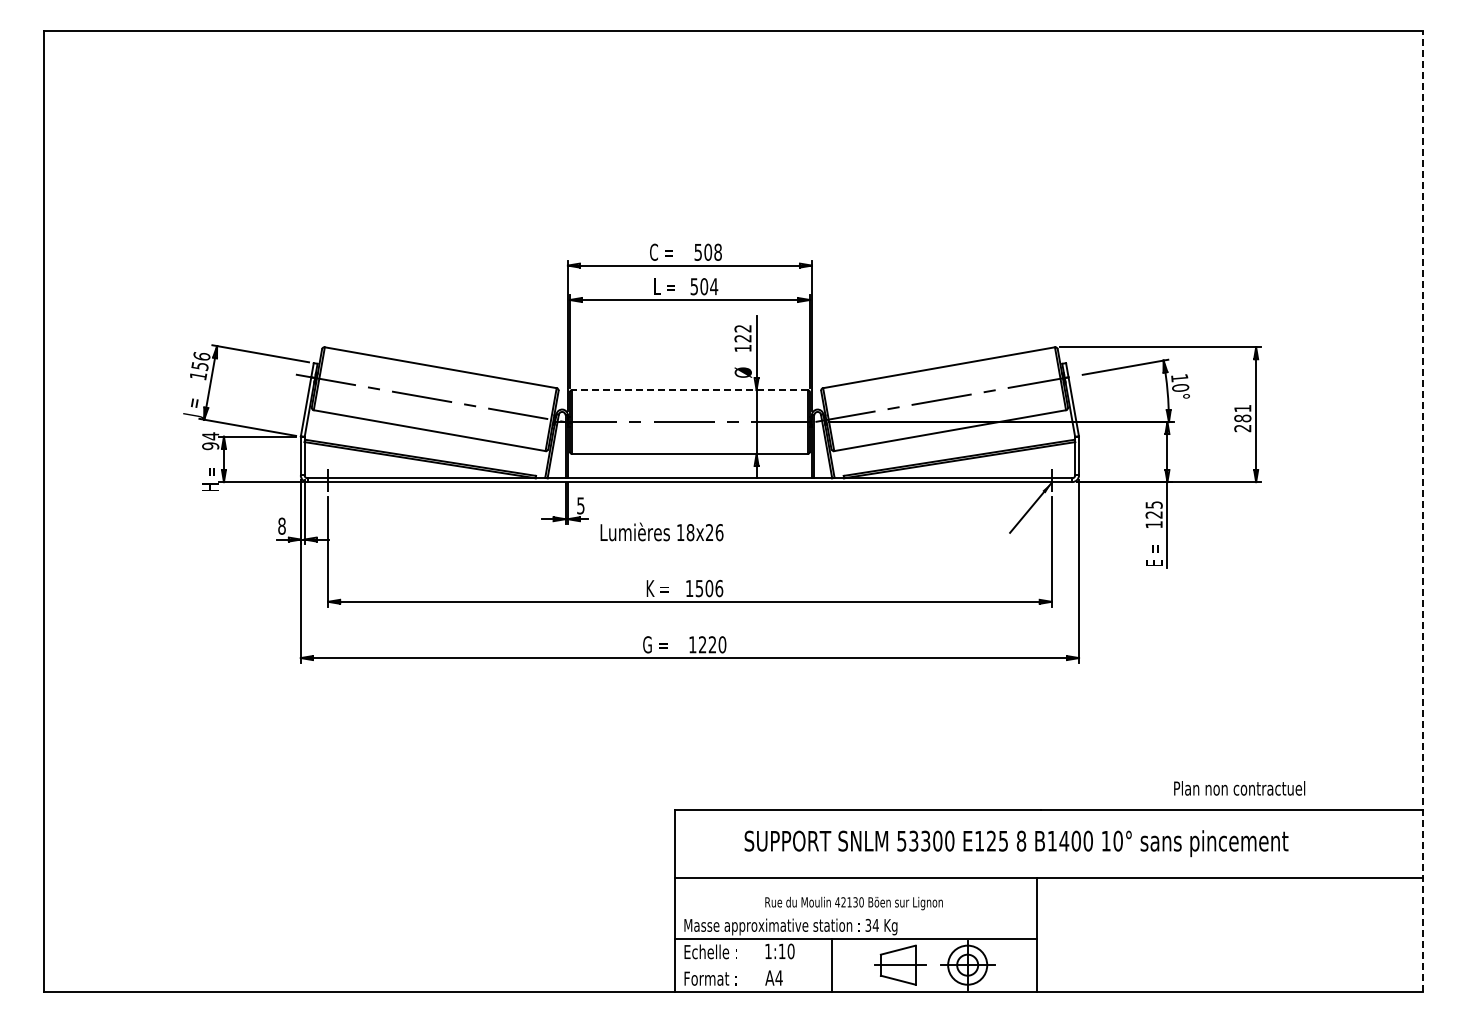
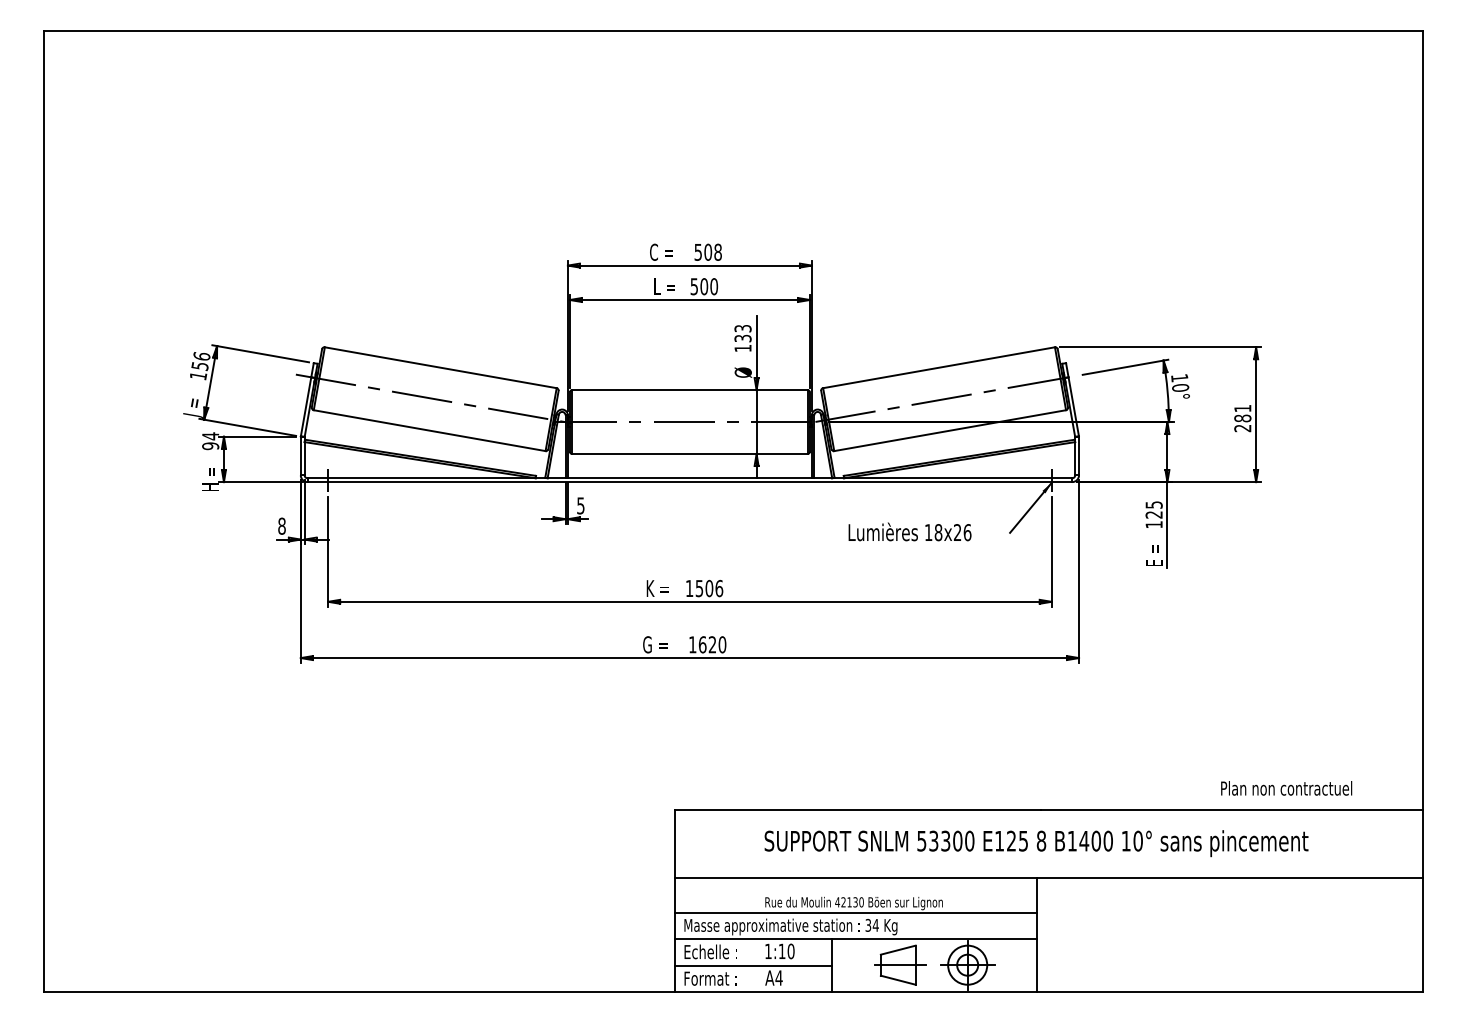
text at (714, 286): 504 -> 500
text at (742, 333): 122 -> 133
line at (689, 390): dashed -> solid
line at (1422, 511): dashed -> solid
text at (661, 531) position: (661, 531) -> (909, 531)
text at (702, 644): 1220 -> 1620
text at (1239, 788) position: (1239, 788) -> (1286, 788)
text at (1016, 843) position: (1016, 843) -> (1036, 843)
line at (856, 912): none -> present
line at (753, 965): none -> present
